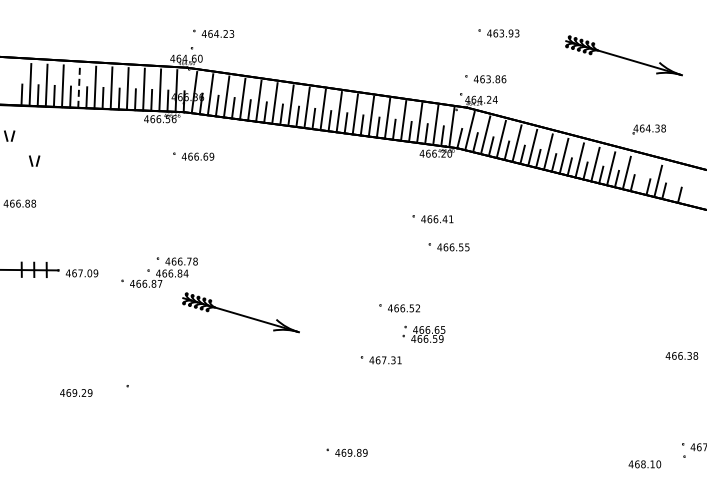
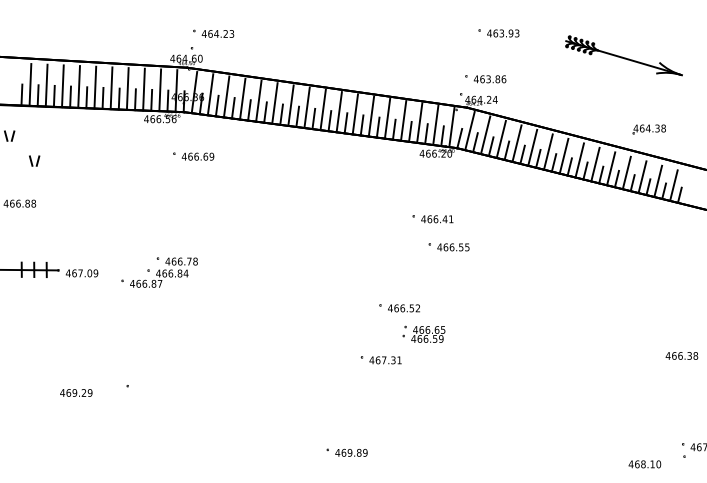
line at (79, 86): dashed -> solid
line at (642, 177): none -> present
line at (673, 185): none -> present
part at (240, 312): present -> none
